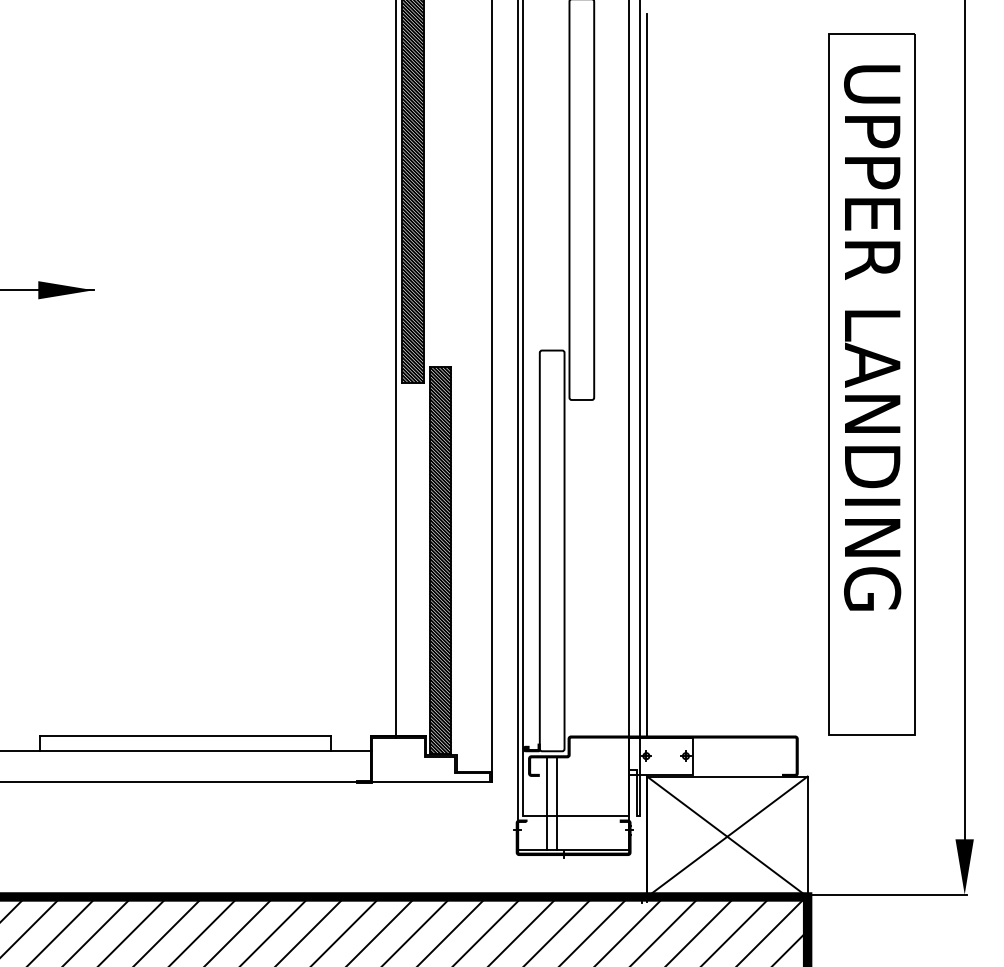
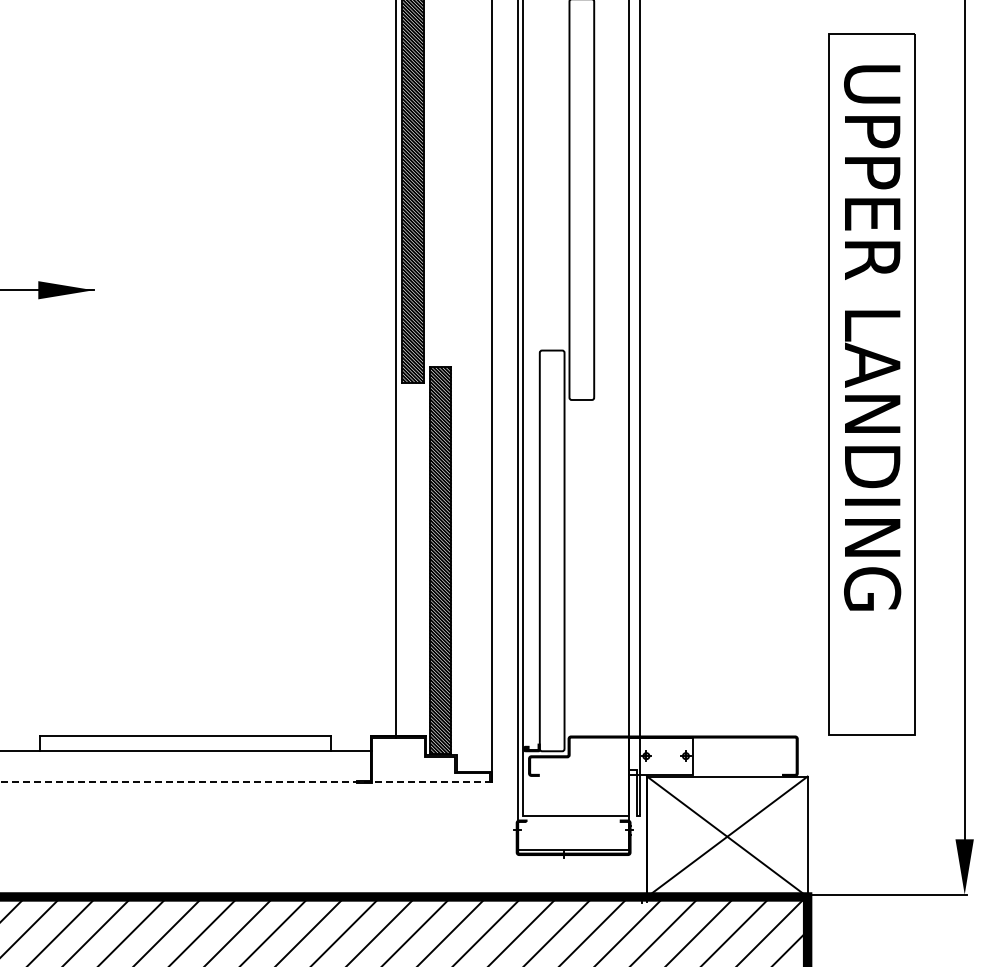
line at (647, 375): present -> none
line at (246, 781): solid -> dashed
line at (547, 803): present -> none
line at (557, 803): present -> none
